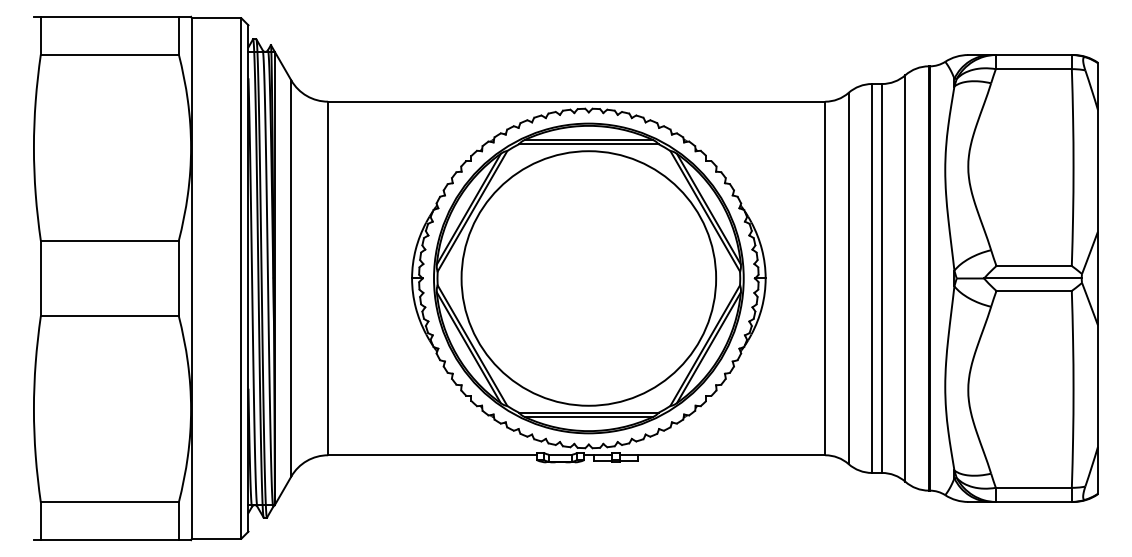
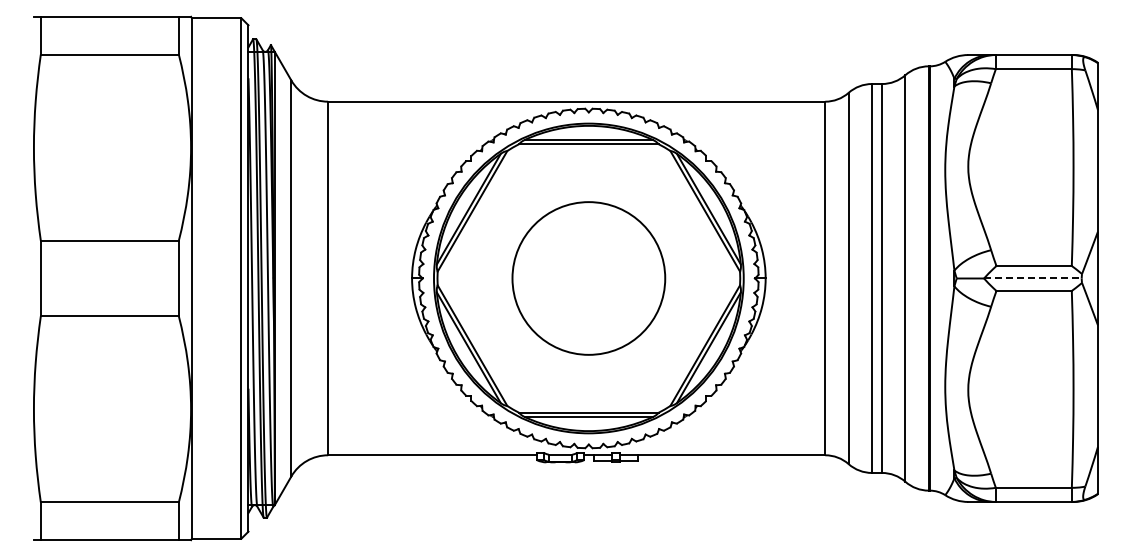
circle at (588, 278) diameter: 255 px -> 153 px
line at (1032, 278): solid -> dashed
